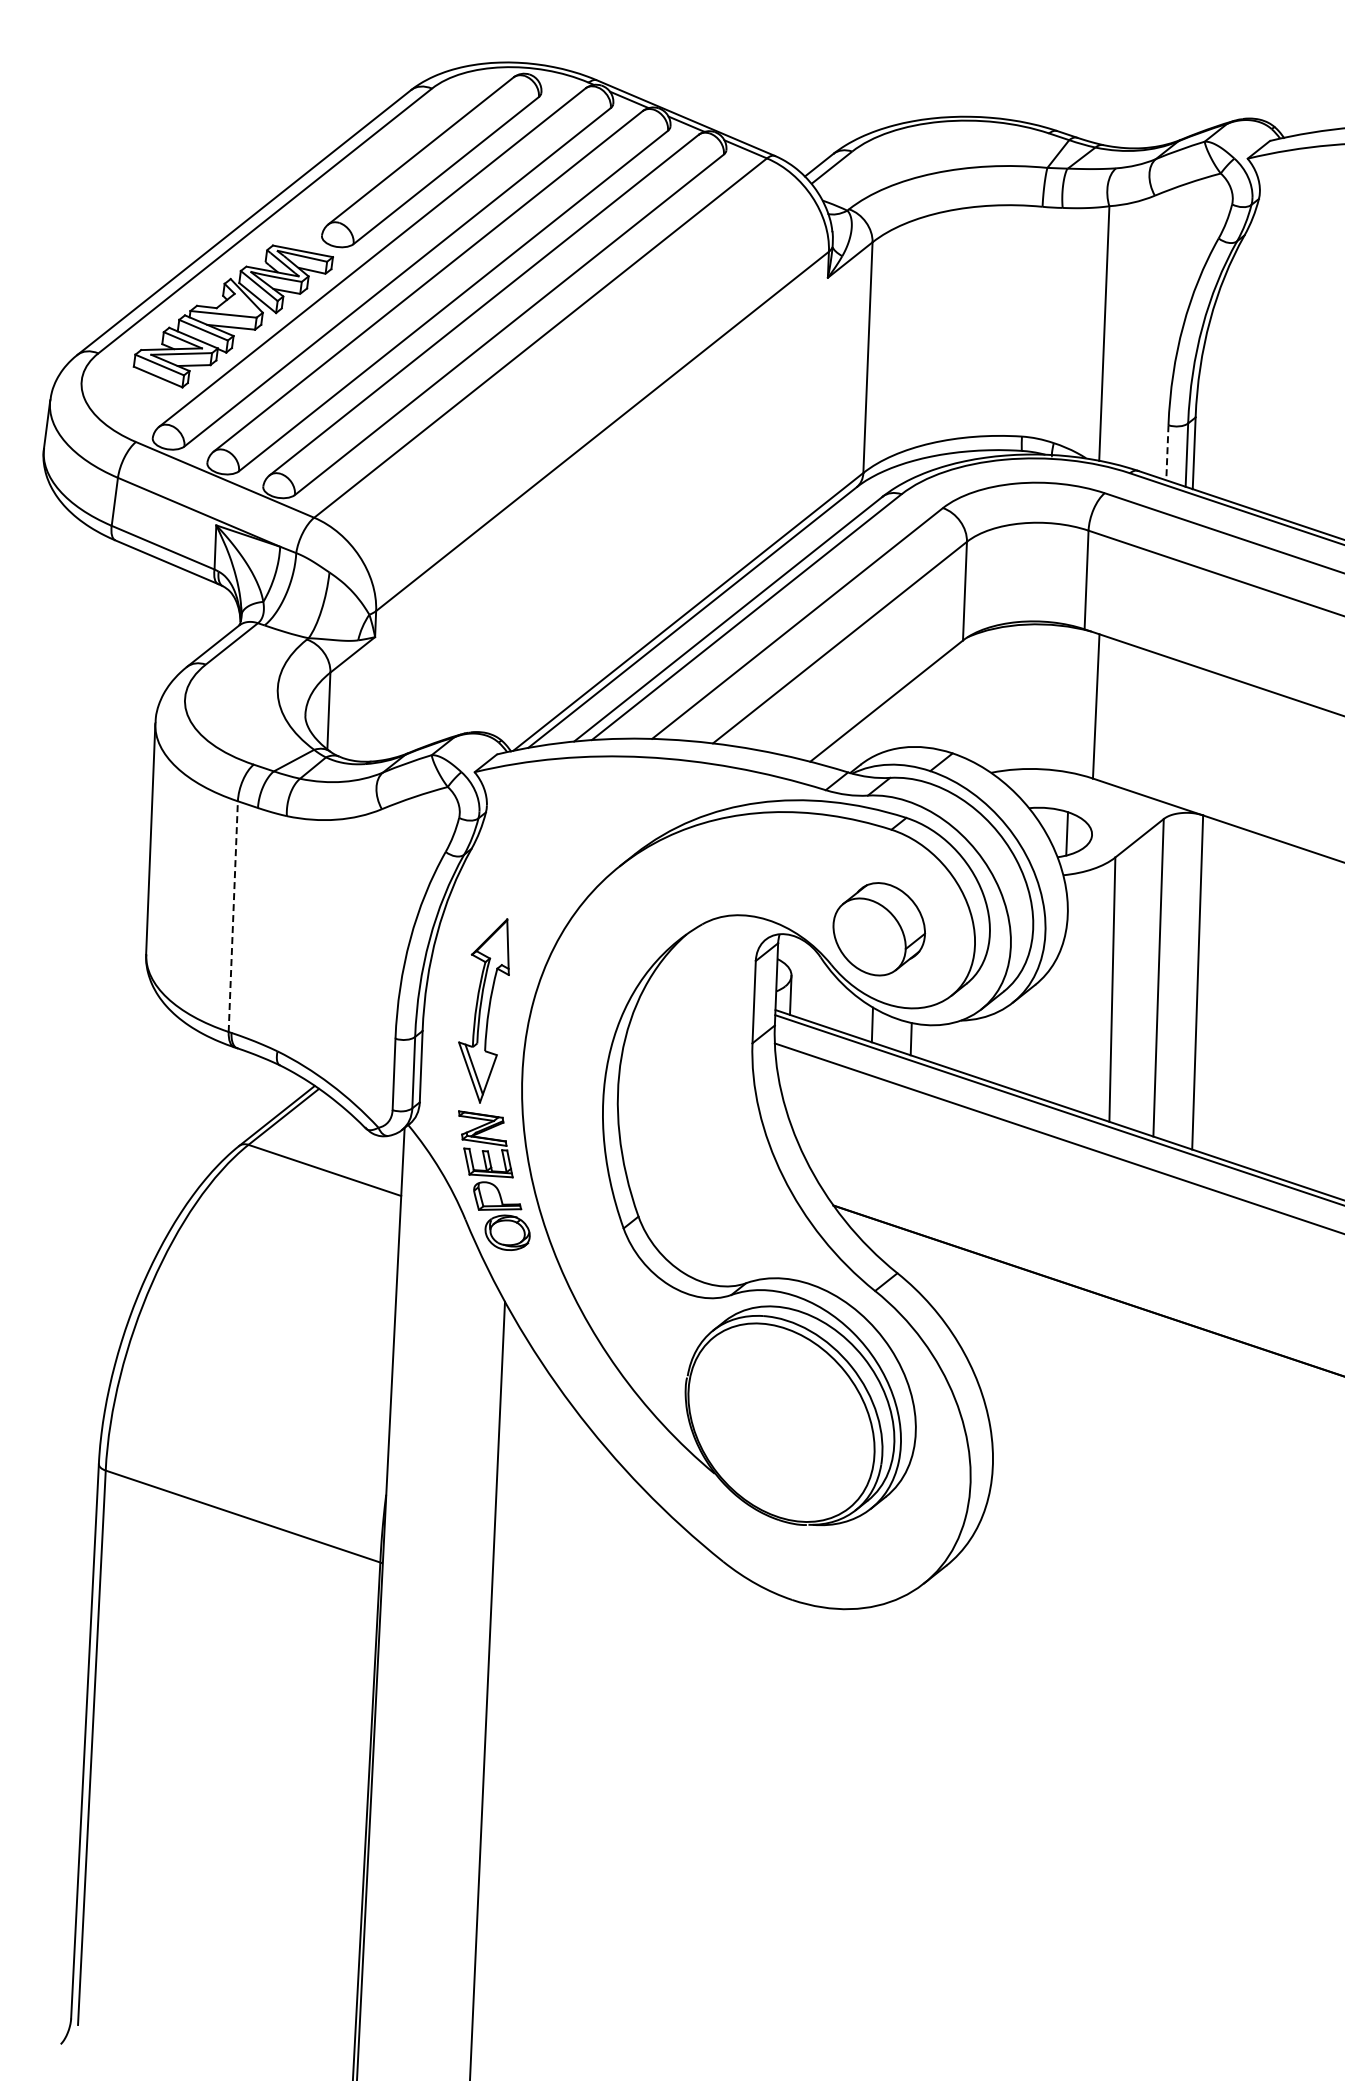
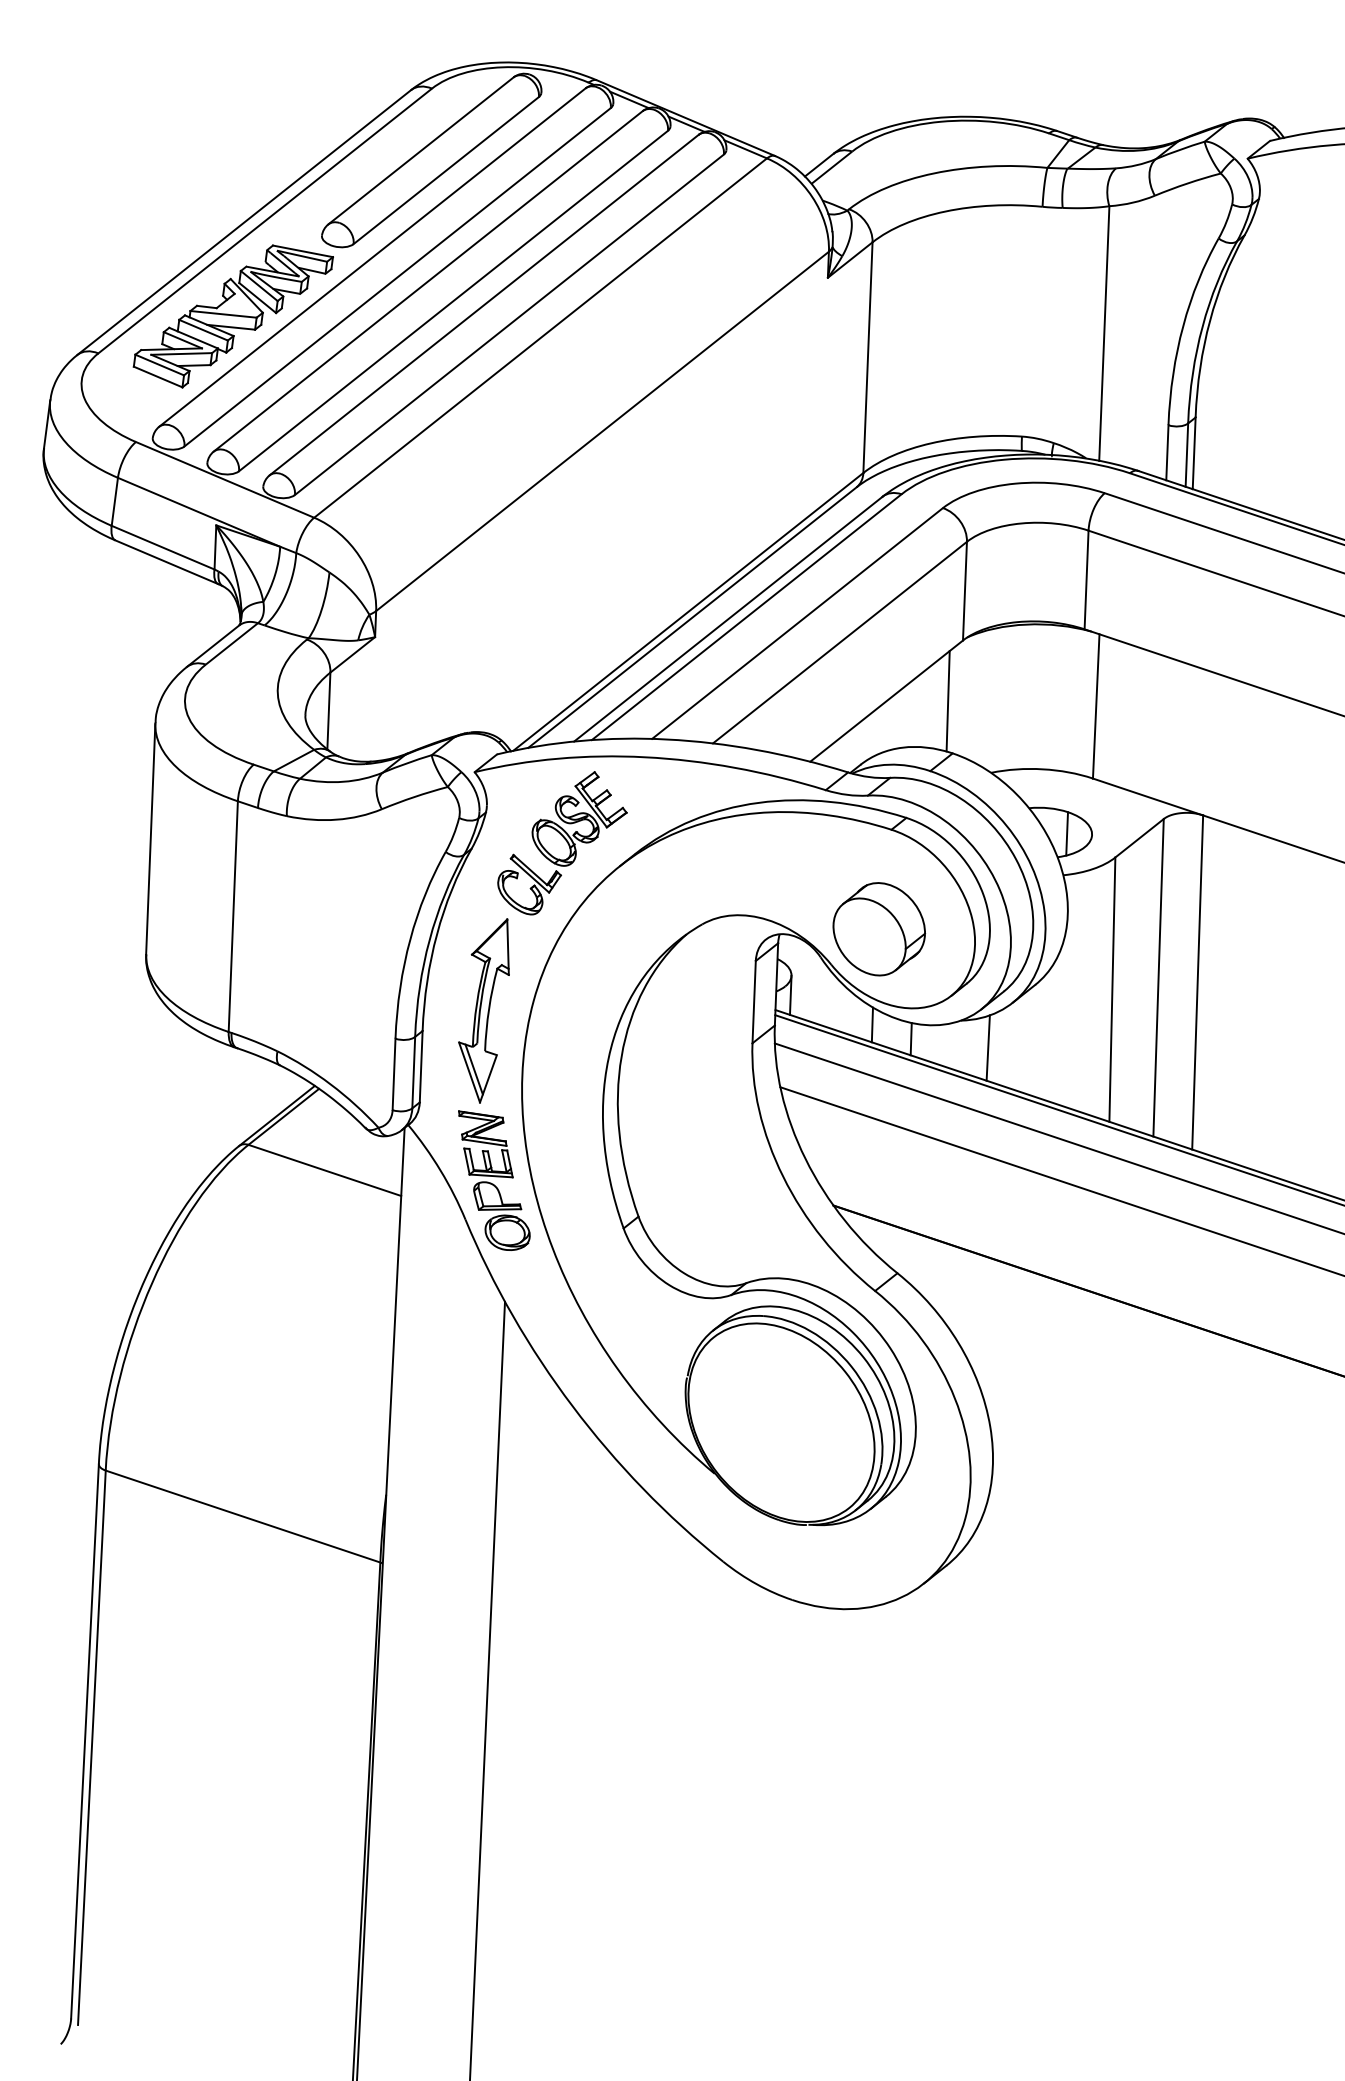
line at (1167, 452): dashed -> solid
line at (947, 701): none -> present
part at (562, 843): none -> present
line at (233, 916): dashed -> solid
line at (987, 1047): none -> present
line at (1060, 1181): none -> present
